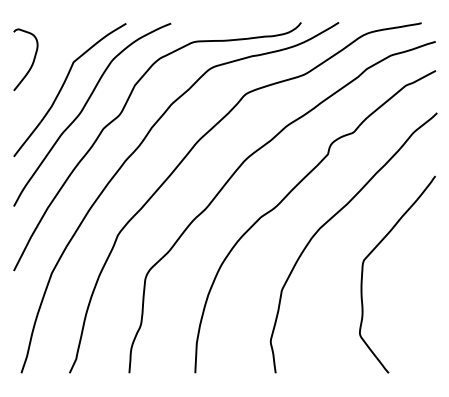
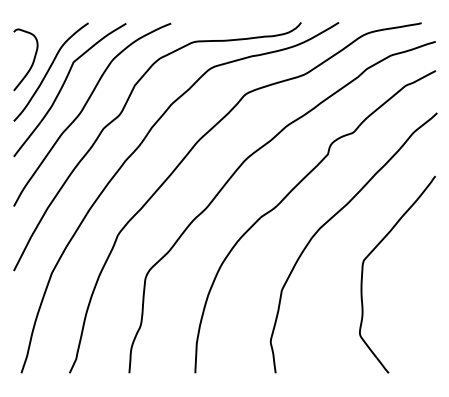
curve at (49, 70): none -> present
